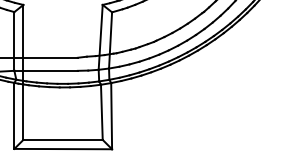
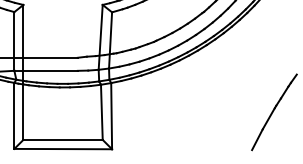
part at (274, 112): none -> present
